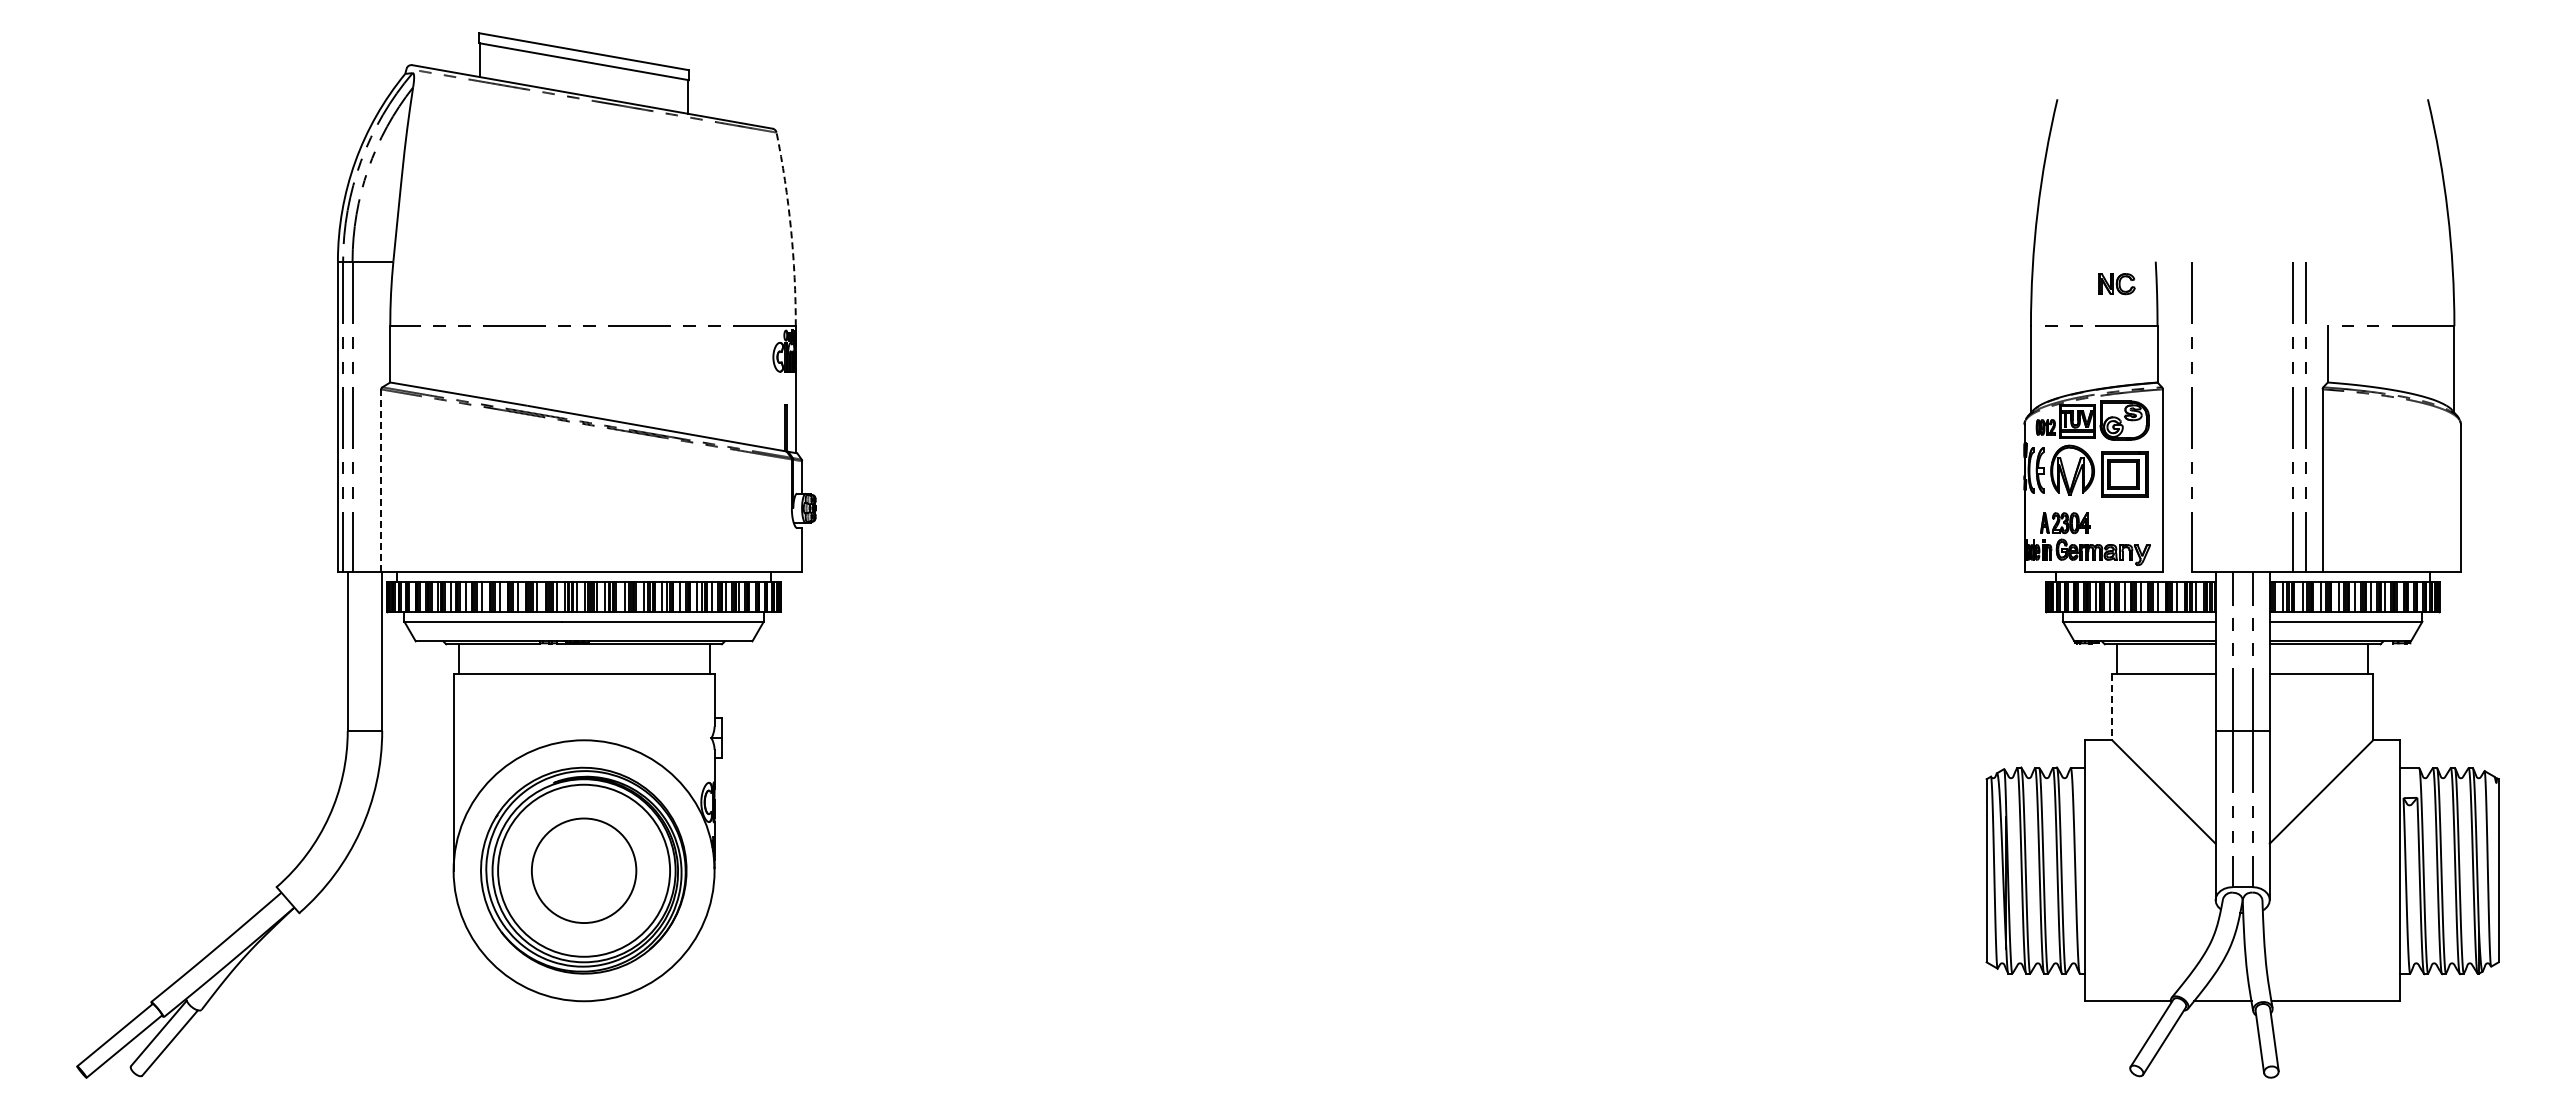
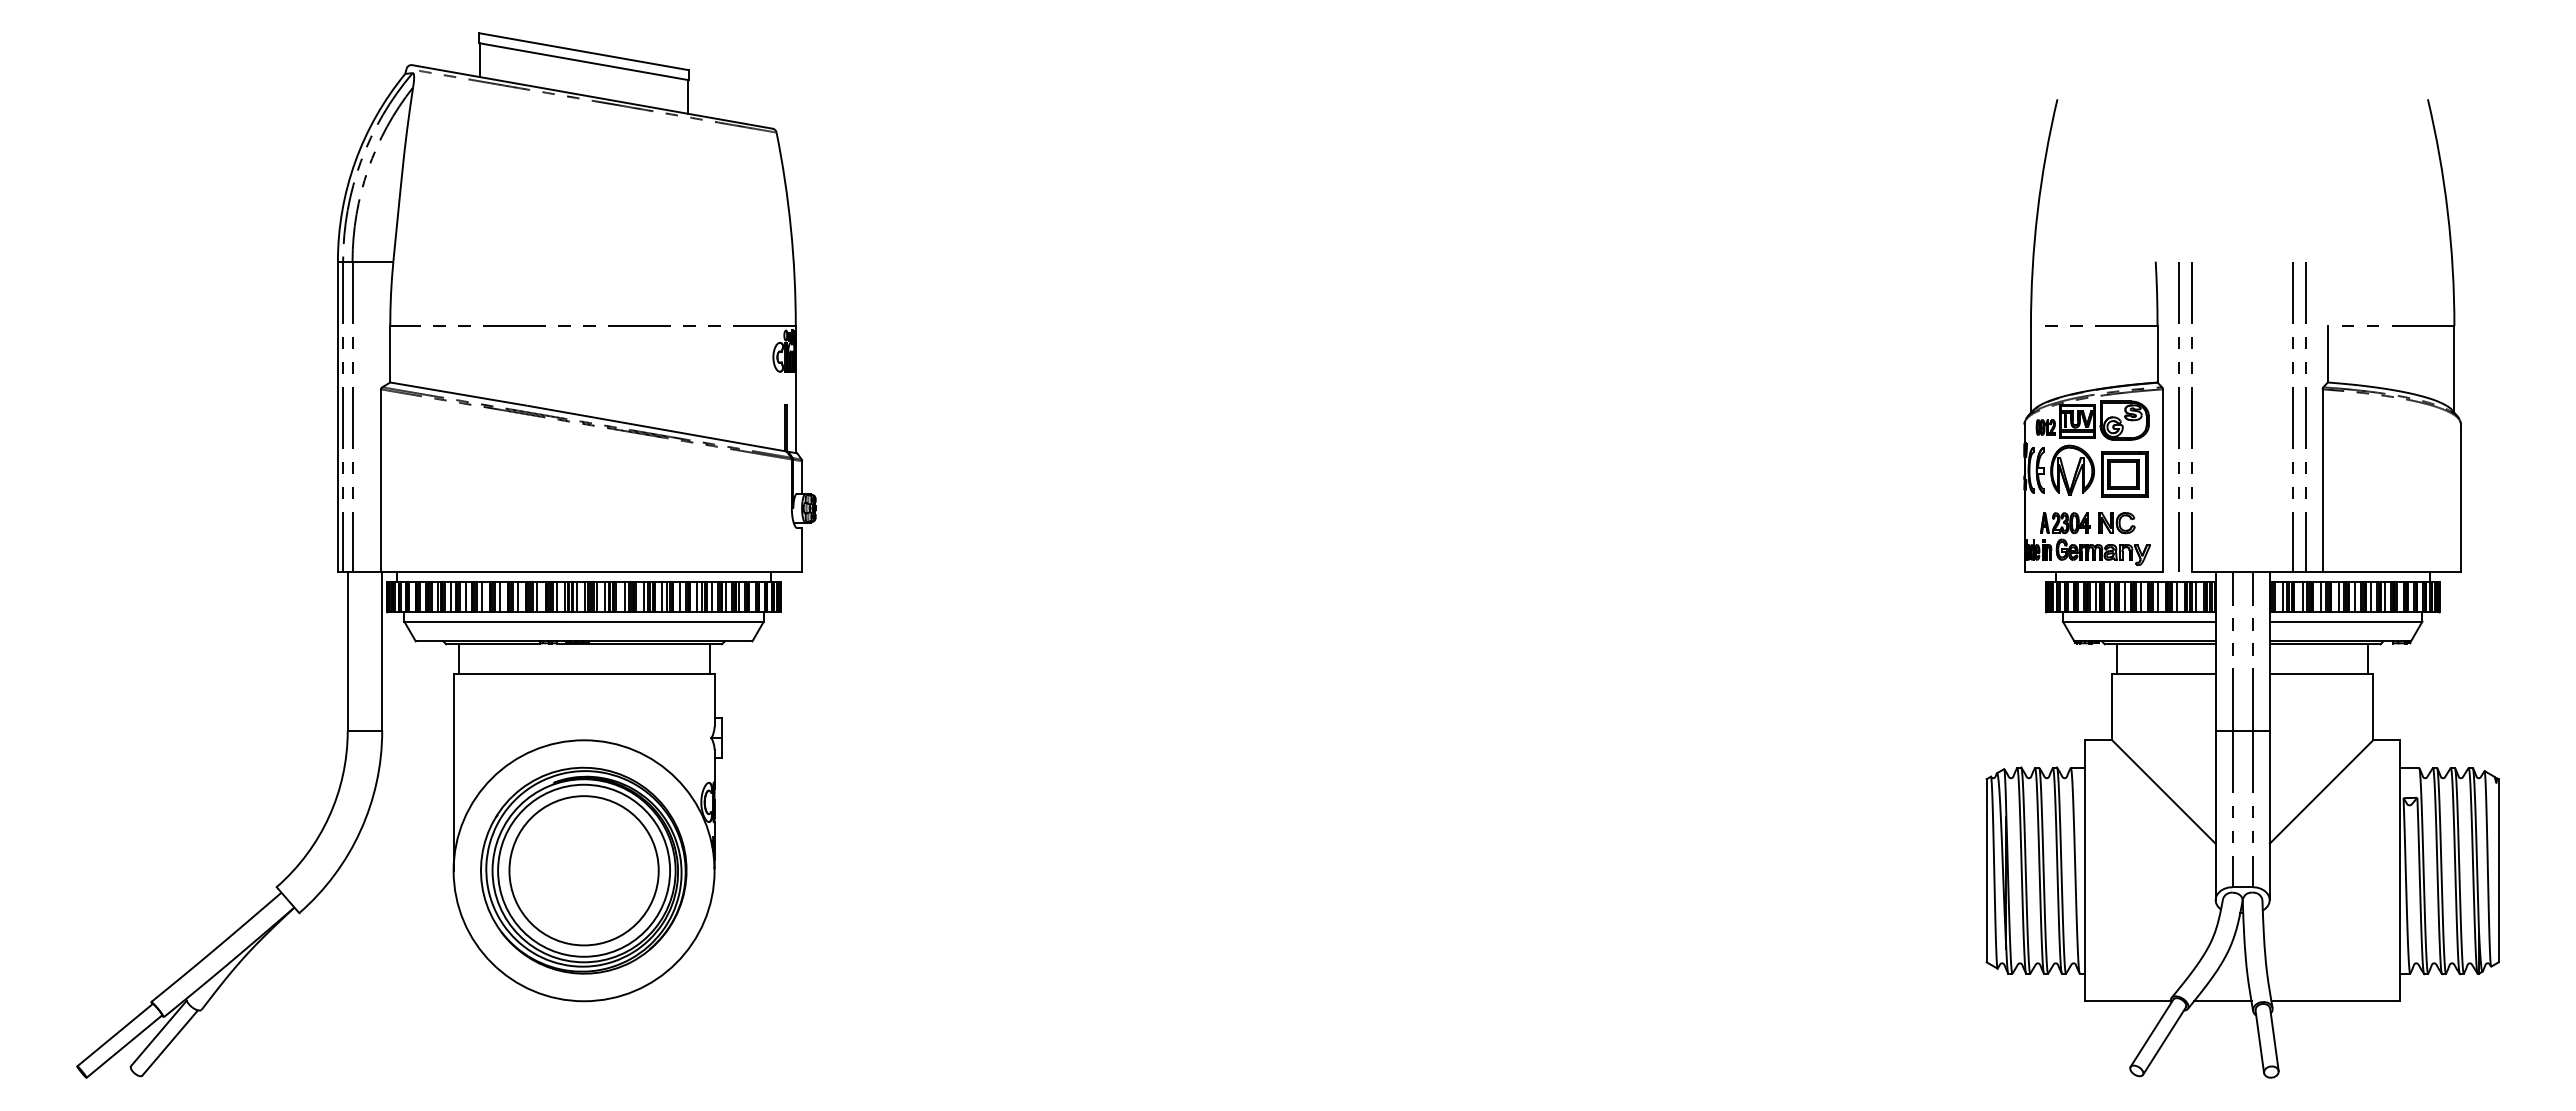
arc at (790, 228): dashed -> solid
part at (2116, 284) position: (2116, 284) -> (2116, 523)
line at (2178, 416): none -> present
line at (381, 480): dashed -> solid
line at (2112, 707): dashed -> solid
circle at (583, 870) diameter: 104 px -> 149 px
